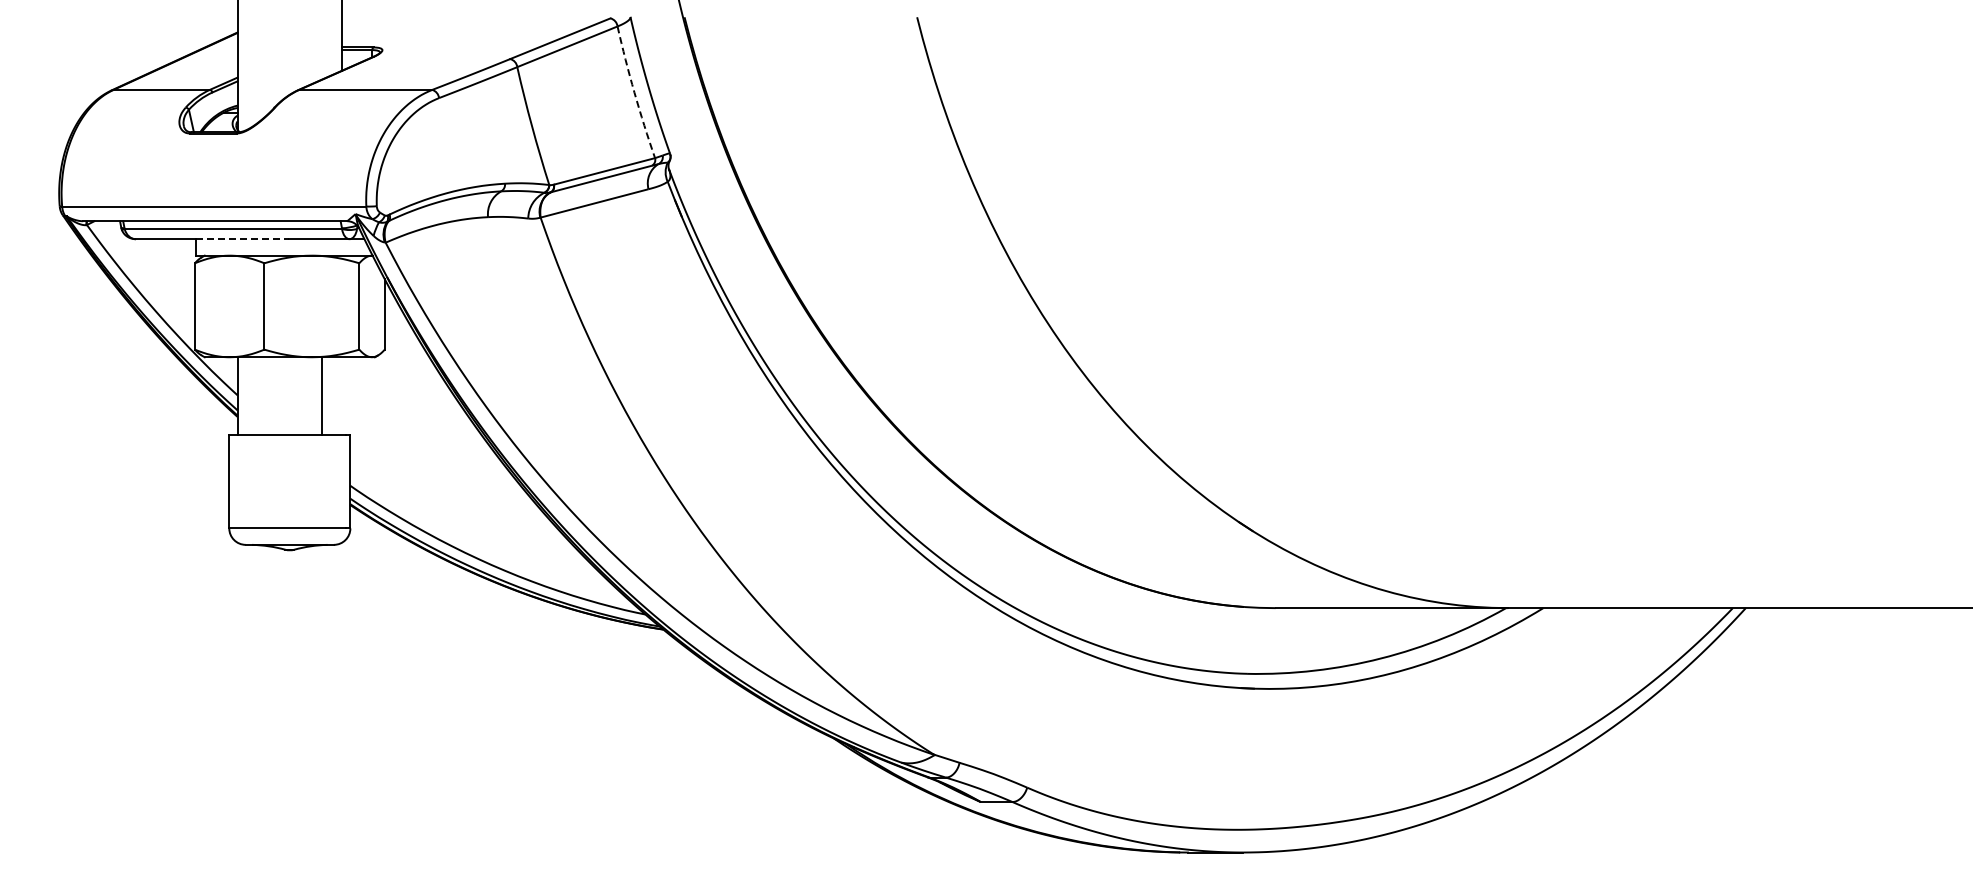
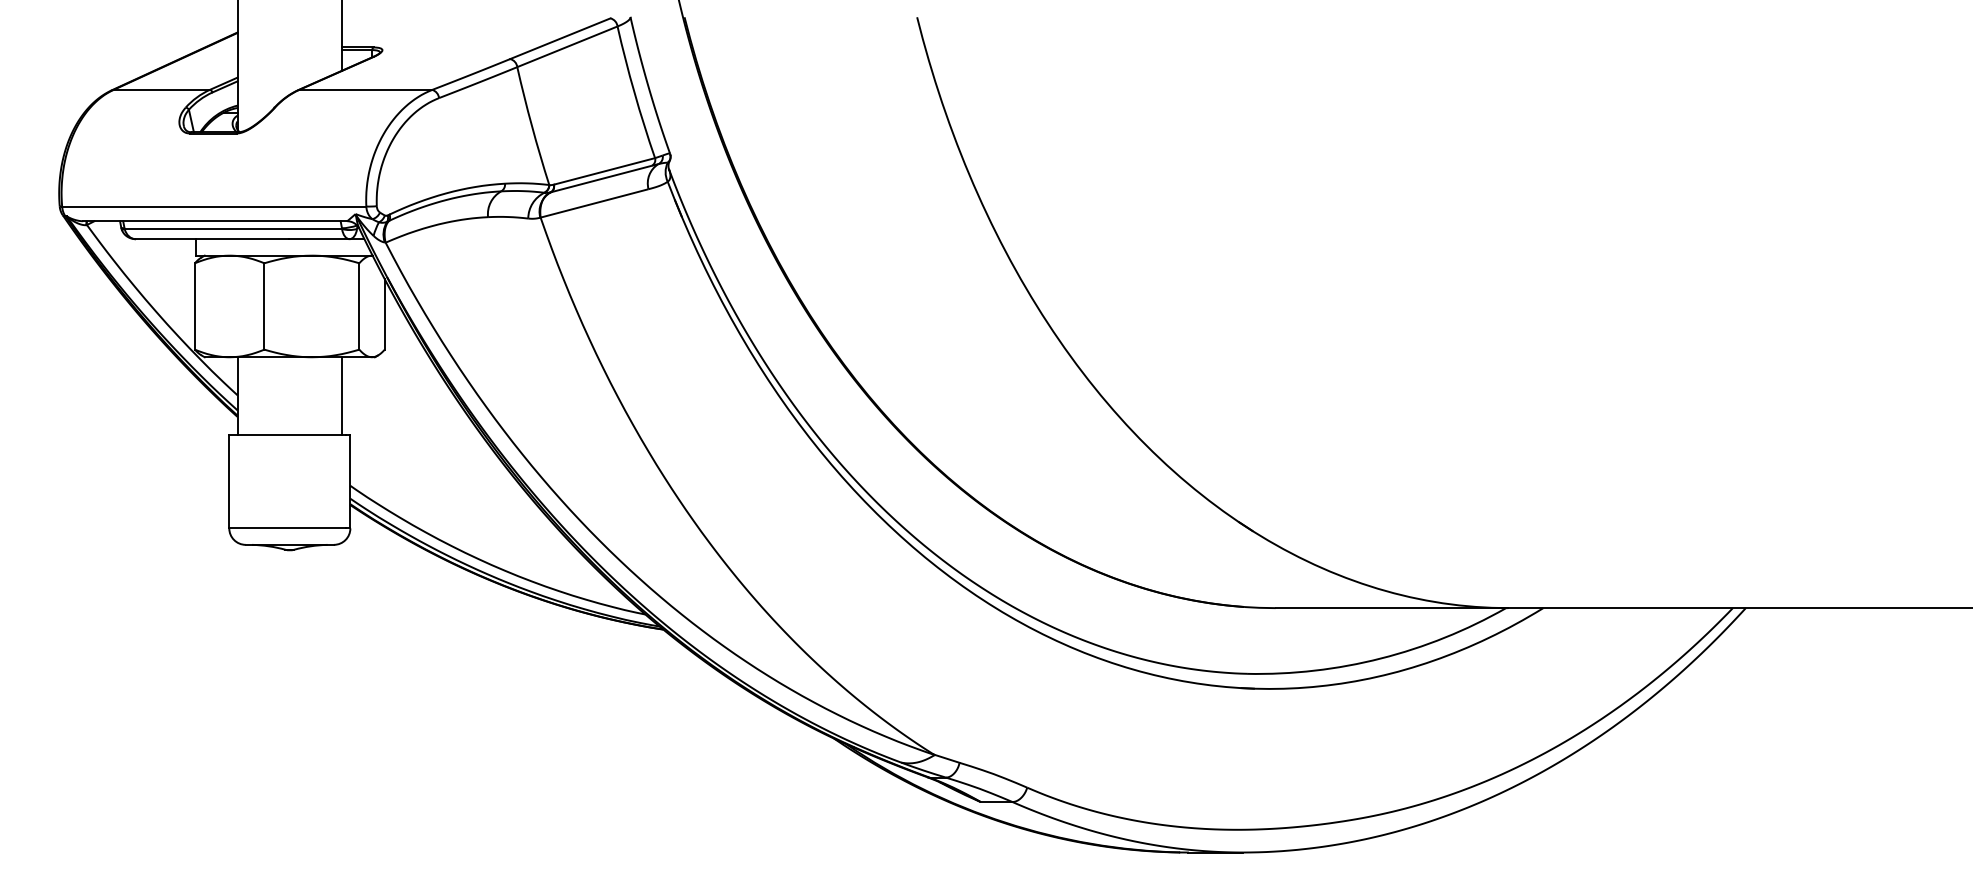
arc at (634, 92): dashed -> solid
line at (243, 239): dashed -> solid
line at (322, 396) position: (322, 396) -> (342, 396)
